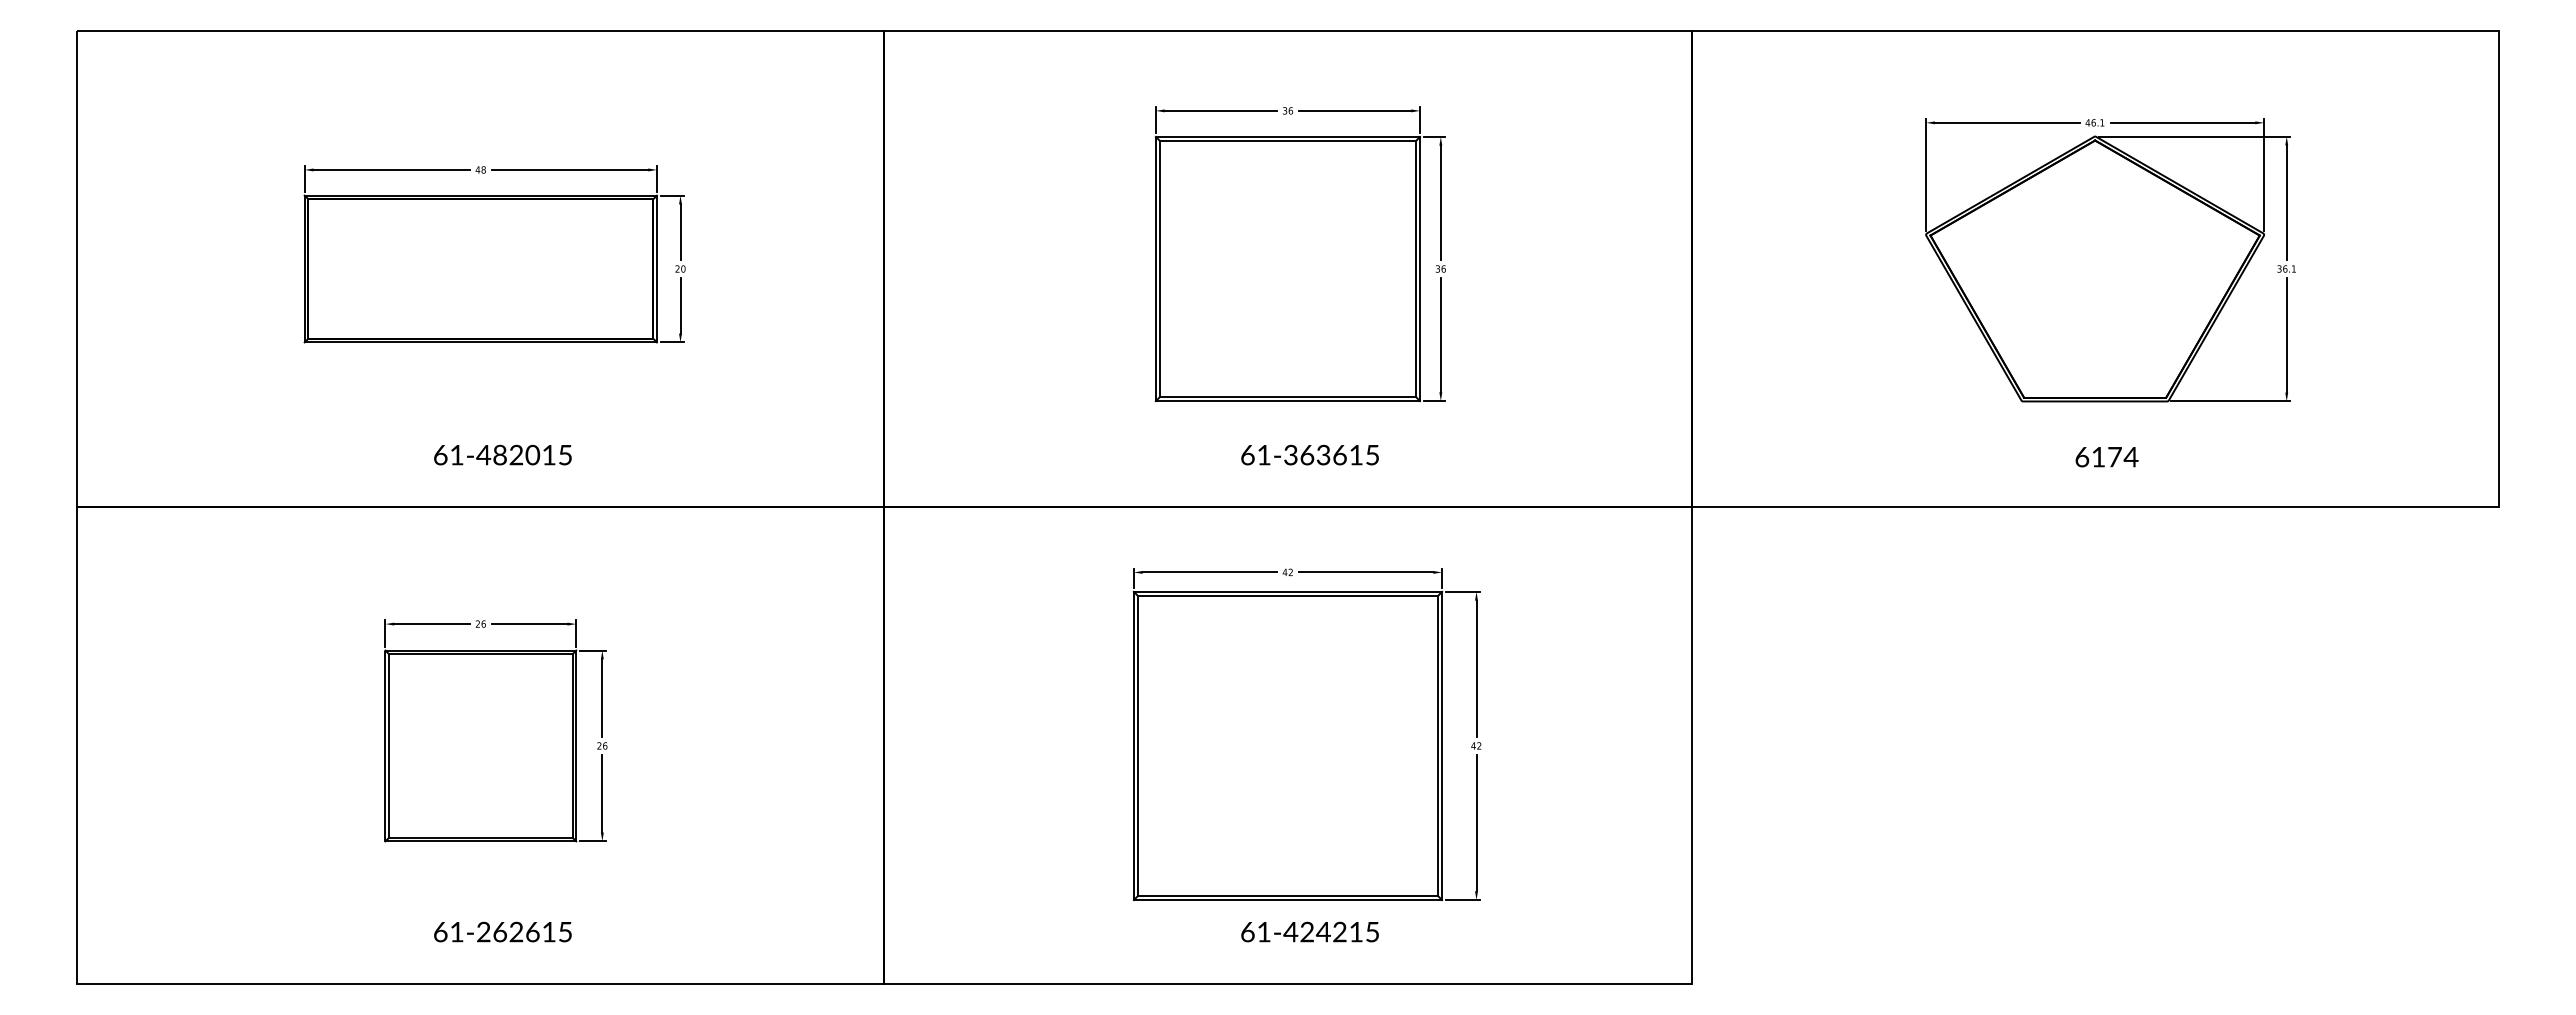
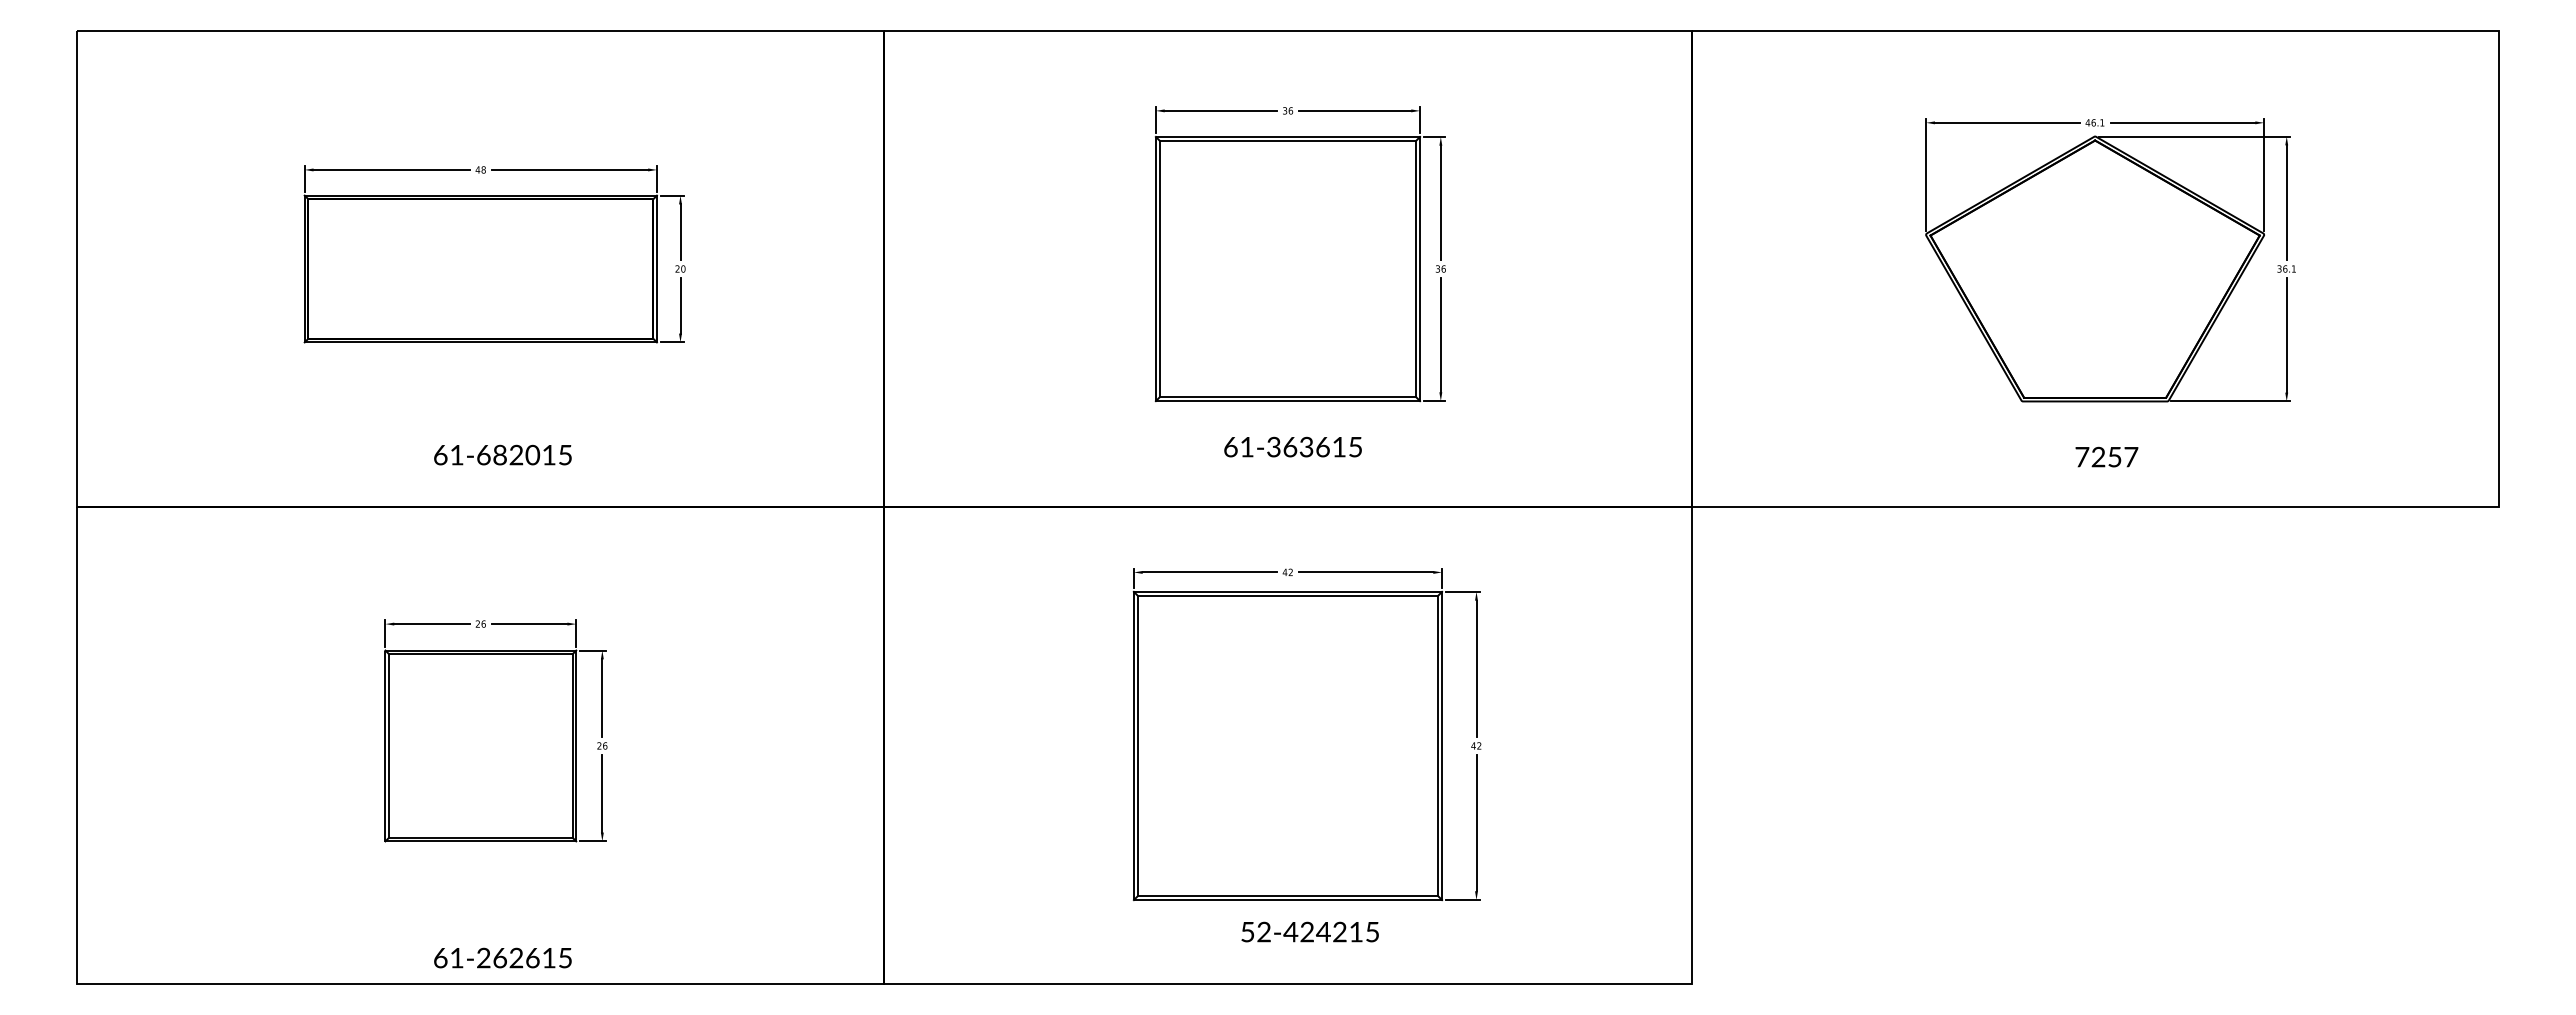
text at (1309, 454) position: (1309, 454) -> (1292, 446)
text at (483, 455): 61-482015 -> 61-682015
text at (2106, 456): 6174 -> 7257
text at (502, 931) position: (502, 931) -> (502, 957)
text at (1255, 931): 61-424215 -> 52-424215
